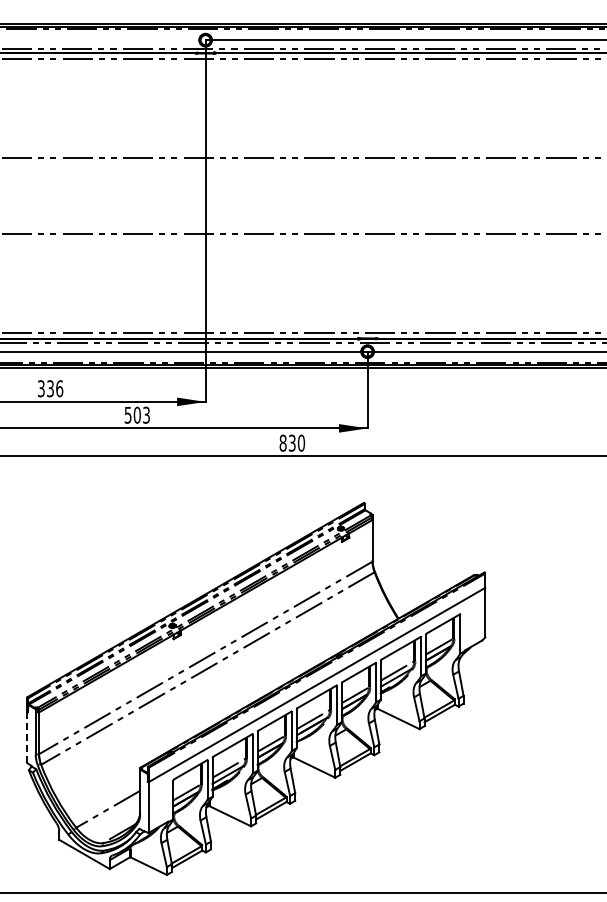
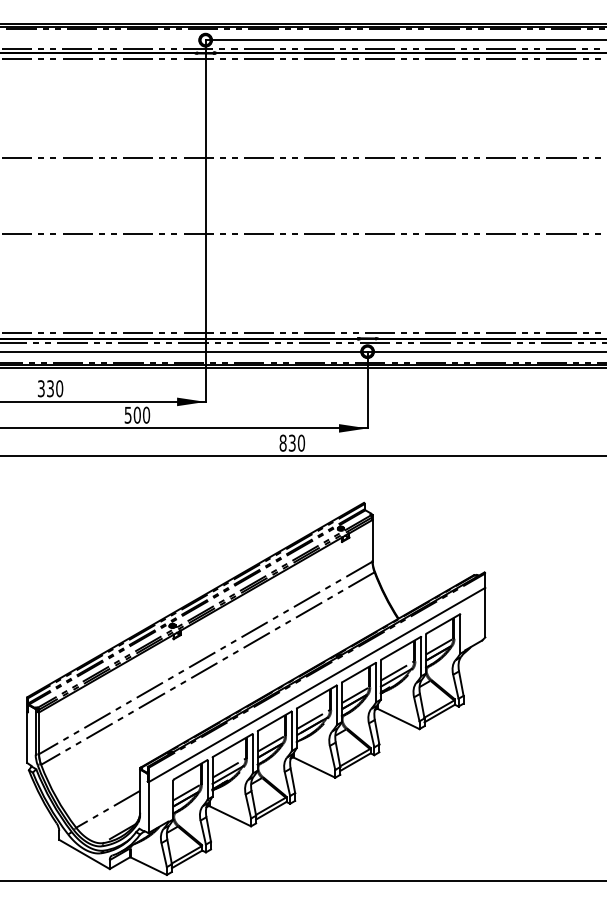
text at (59, 388): 336 -> 330
text at (146, 414): 503 -> 500
line at (27, 737): dashed -> solid
line at (302, 893) position: (302, 893) -> (302, 881)
